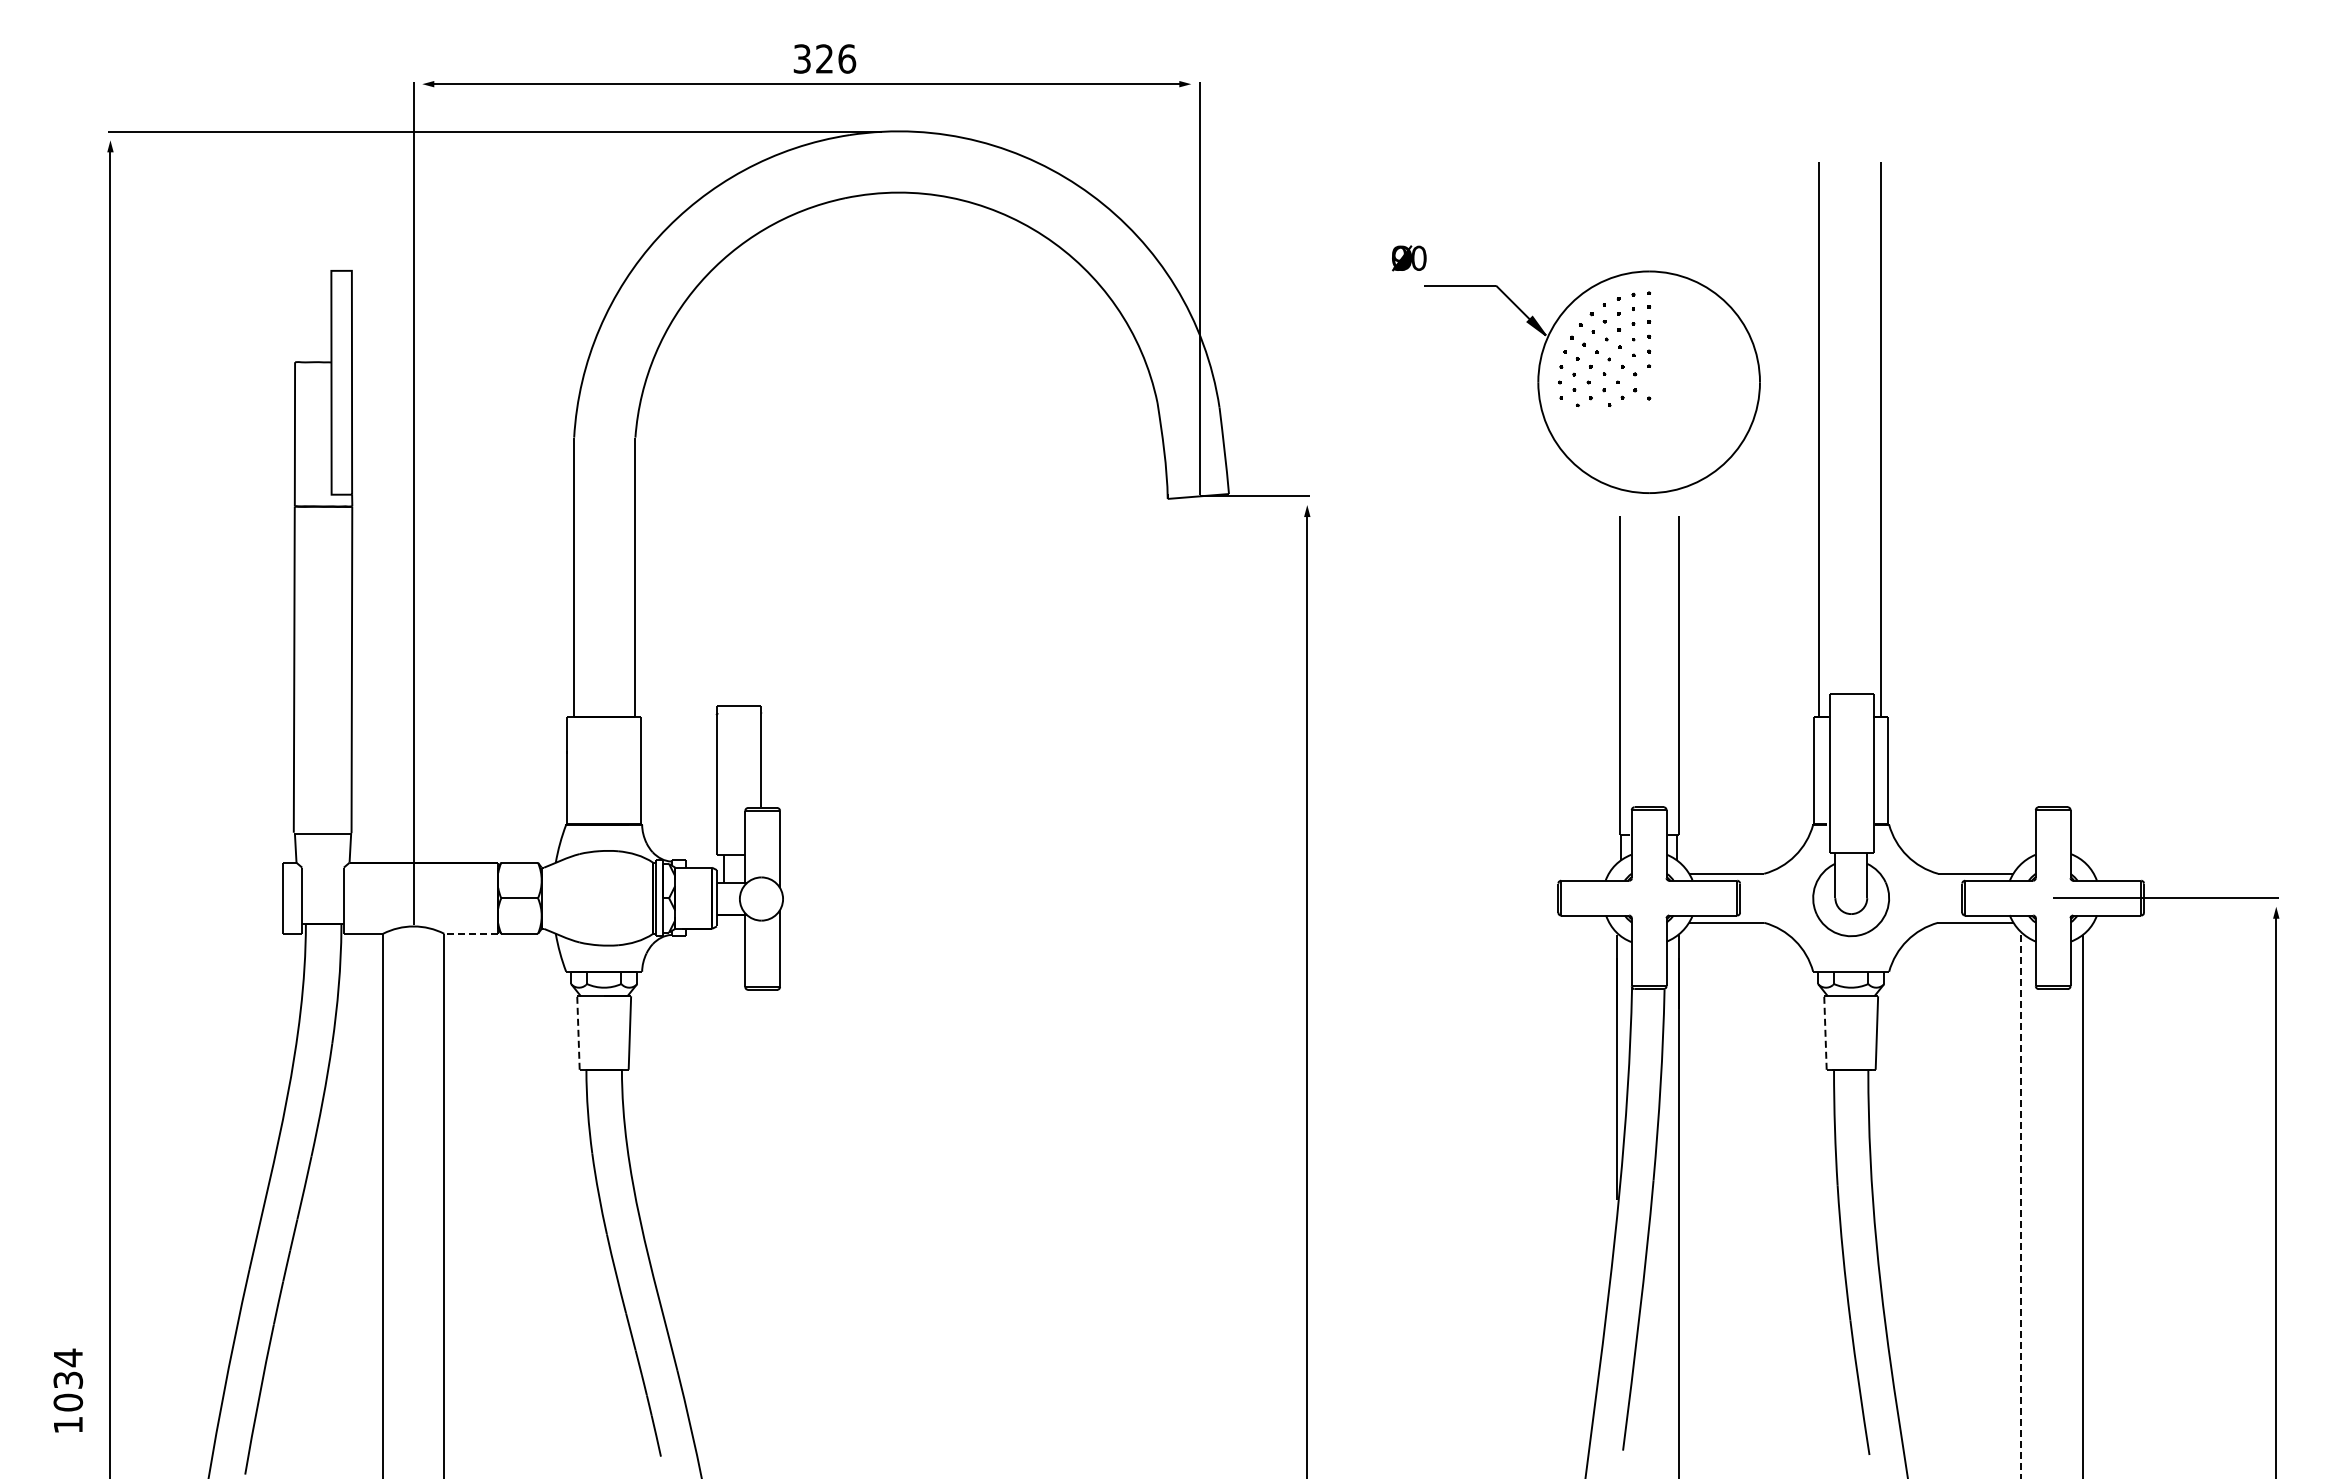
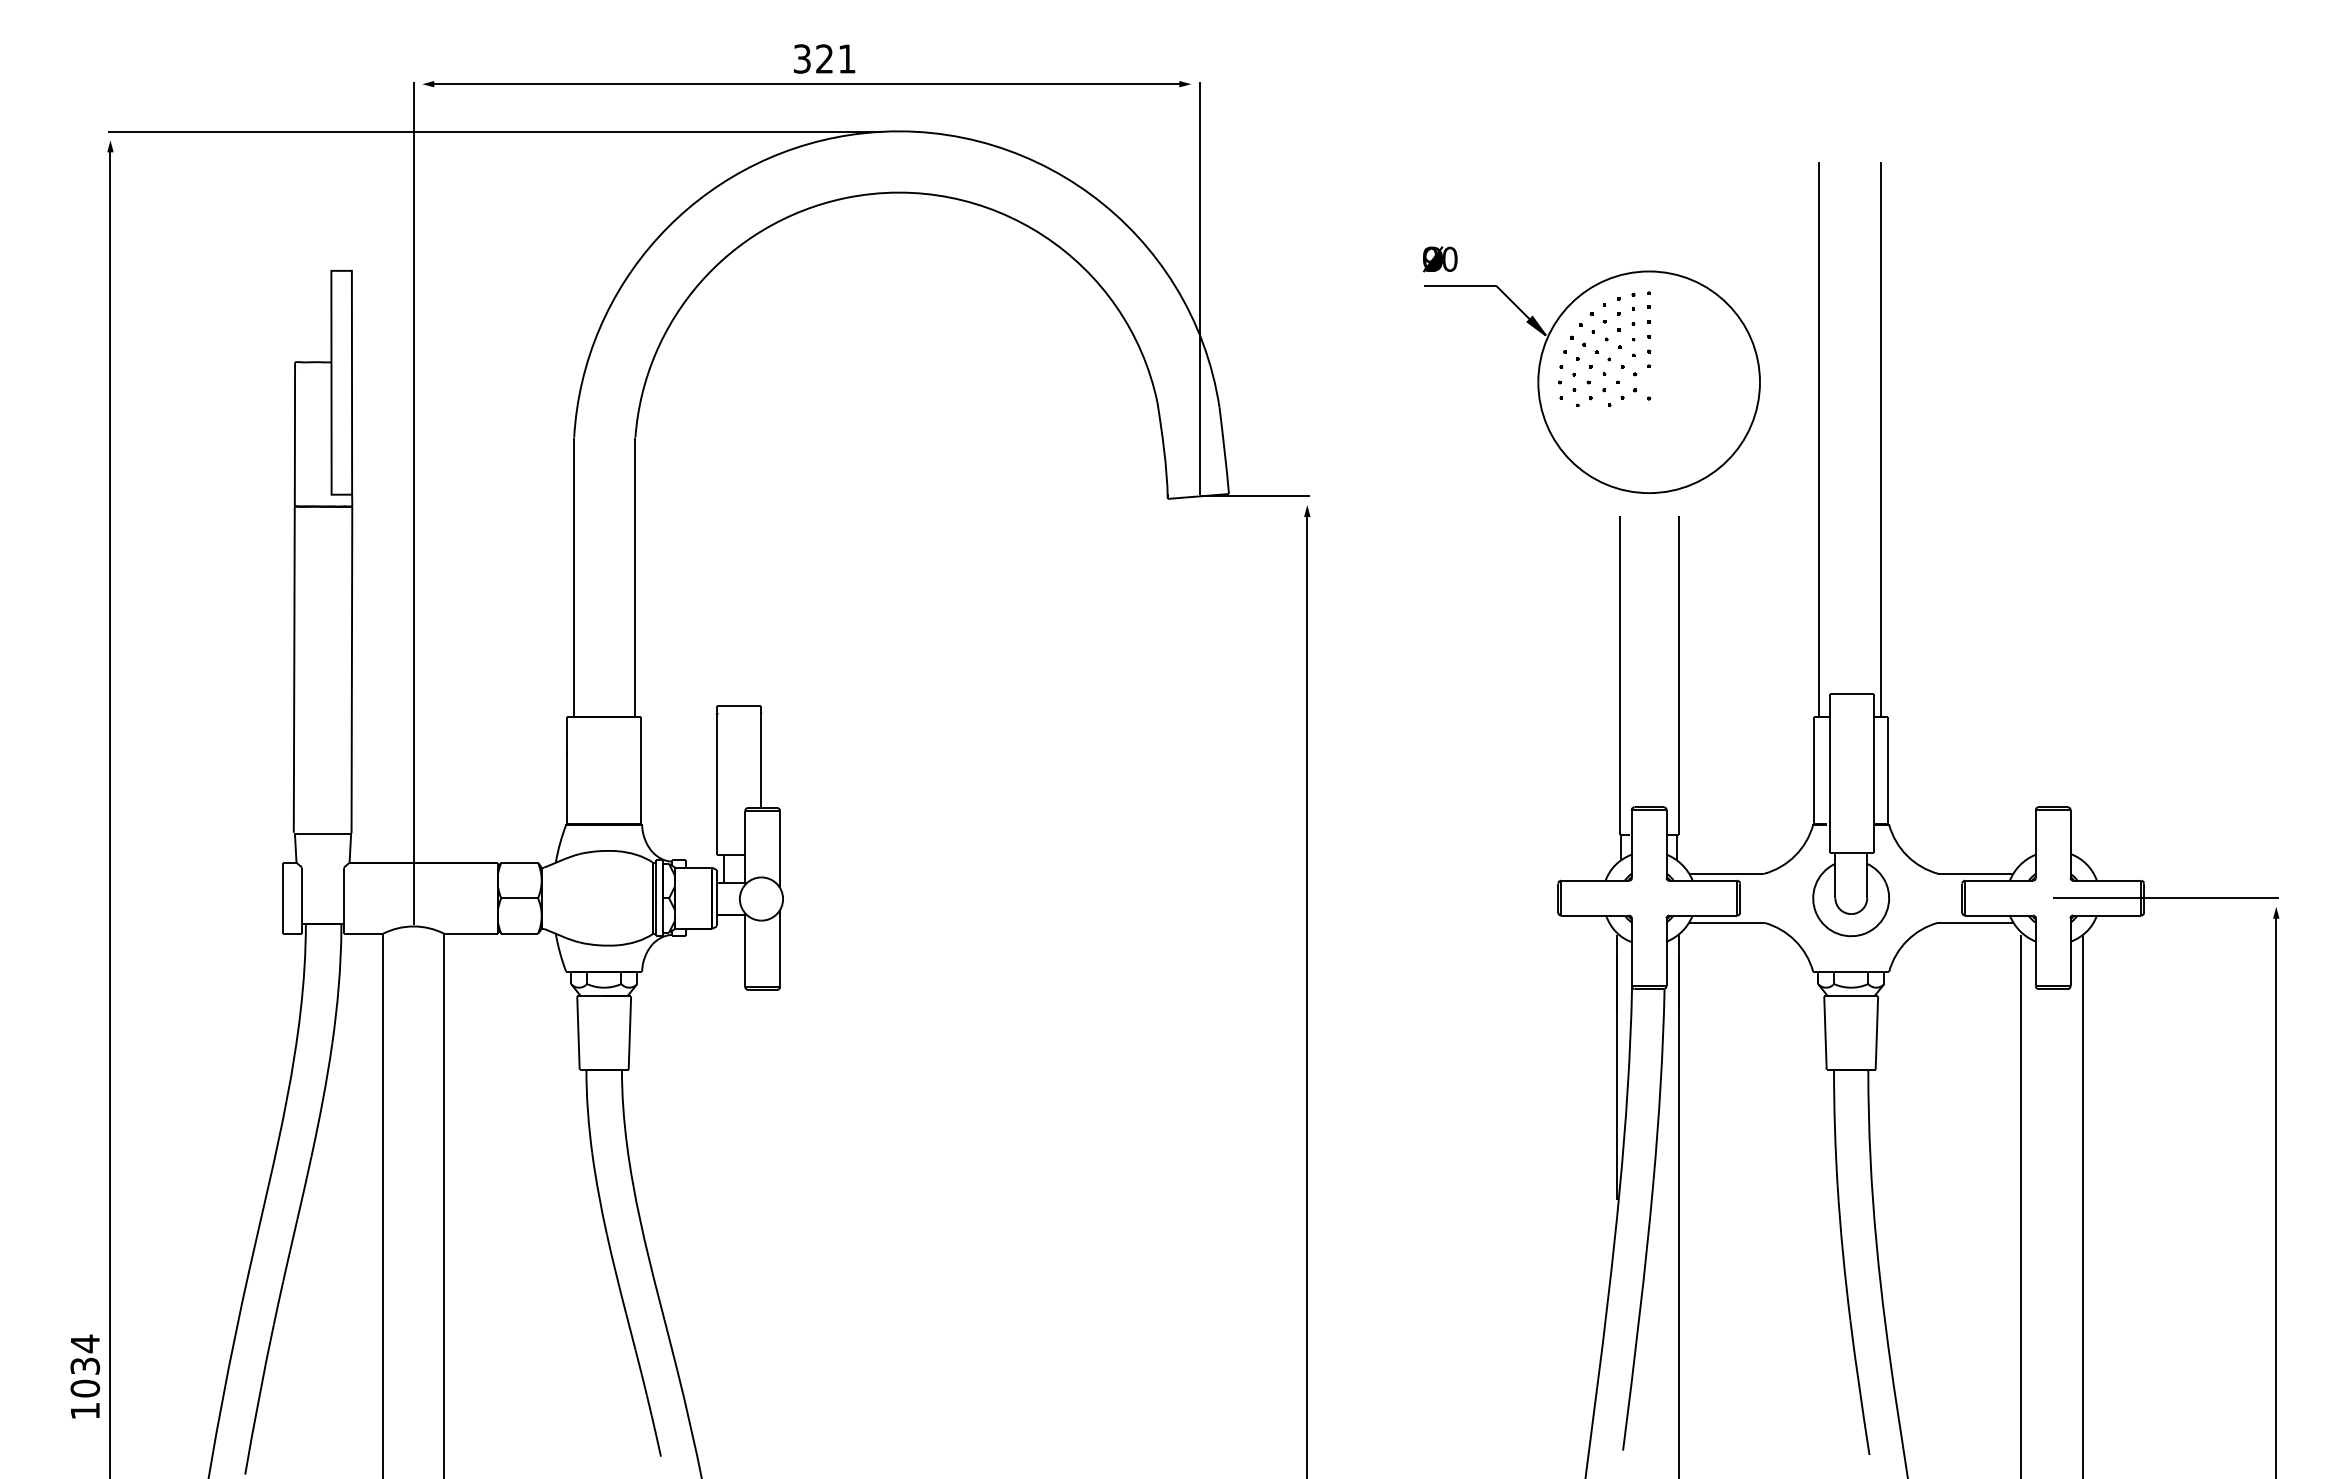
text at (847, 58): 326 -> 321
text at (1409, 258) position: (1409, 258) -> (1440, 259)
line at (471, 933): dashed -> solid
line at (578, 1033): dashed -> solid
line at (1825, 1033): dashed -> solid
line at (2021, 1206): dashed -> solid
text at (68, 1390) position: (68, 1390) -> (85, 1376)
